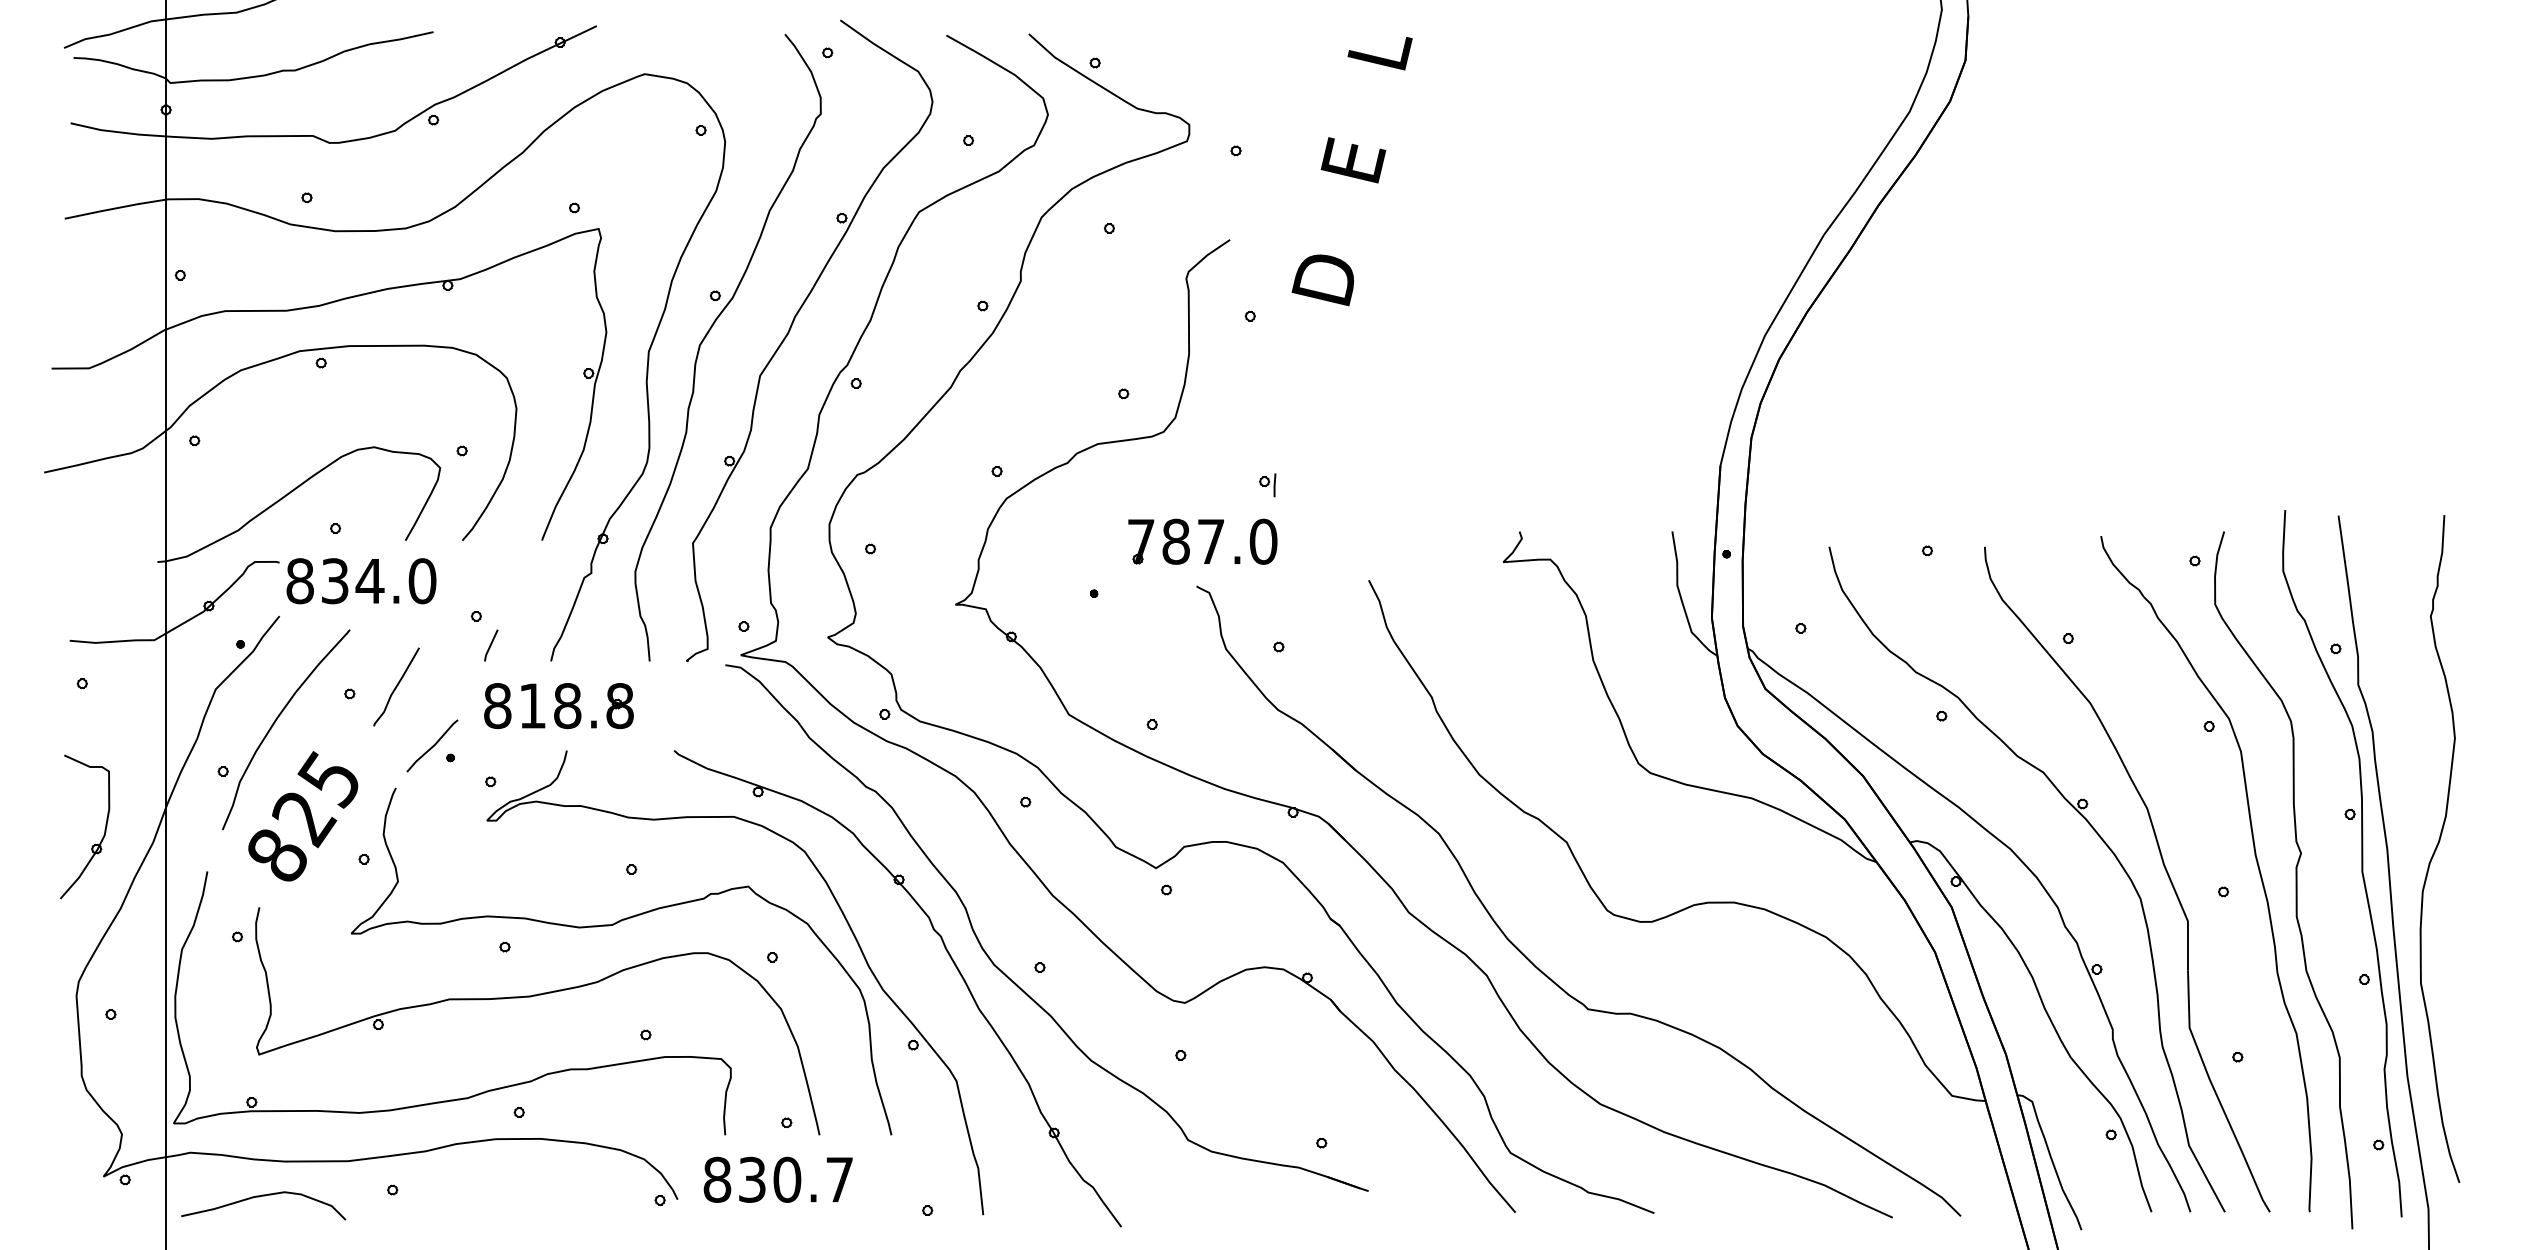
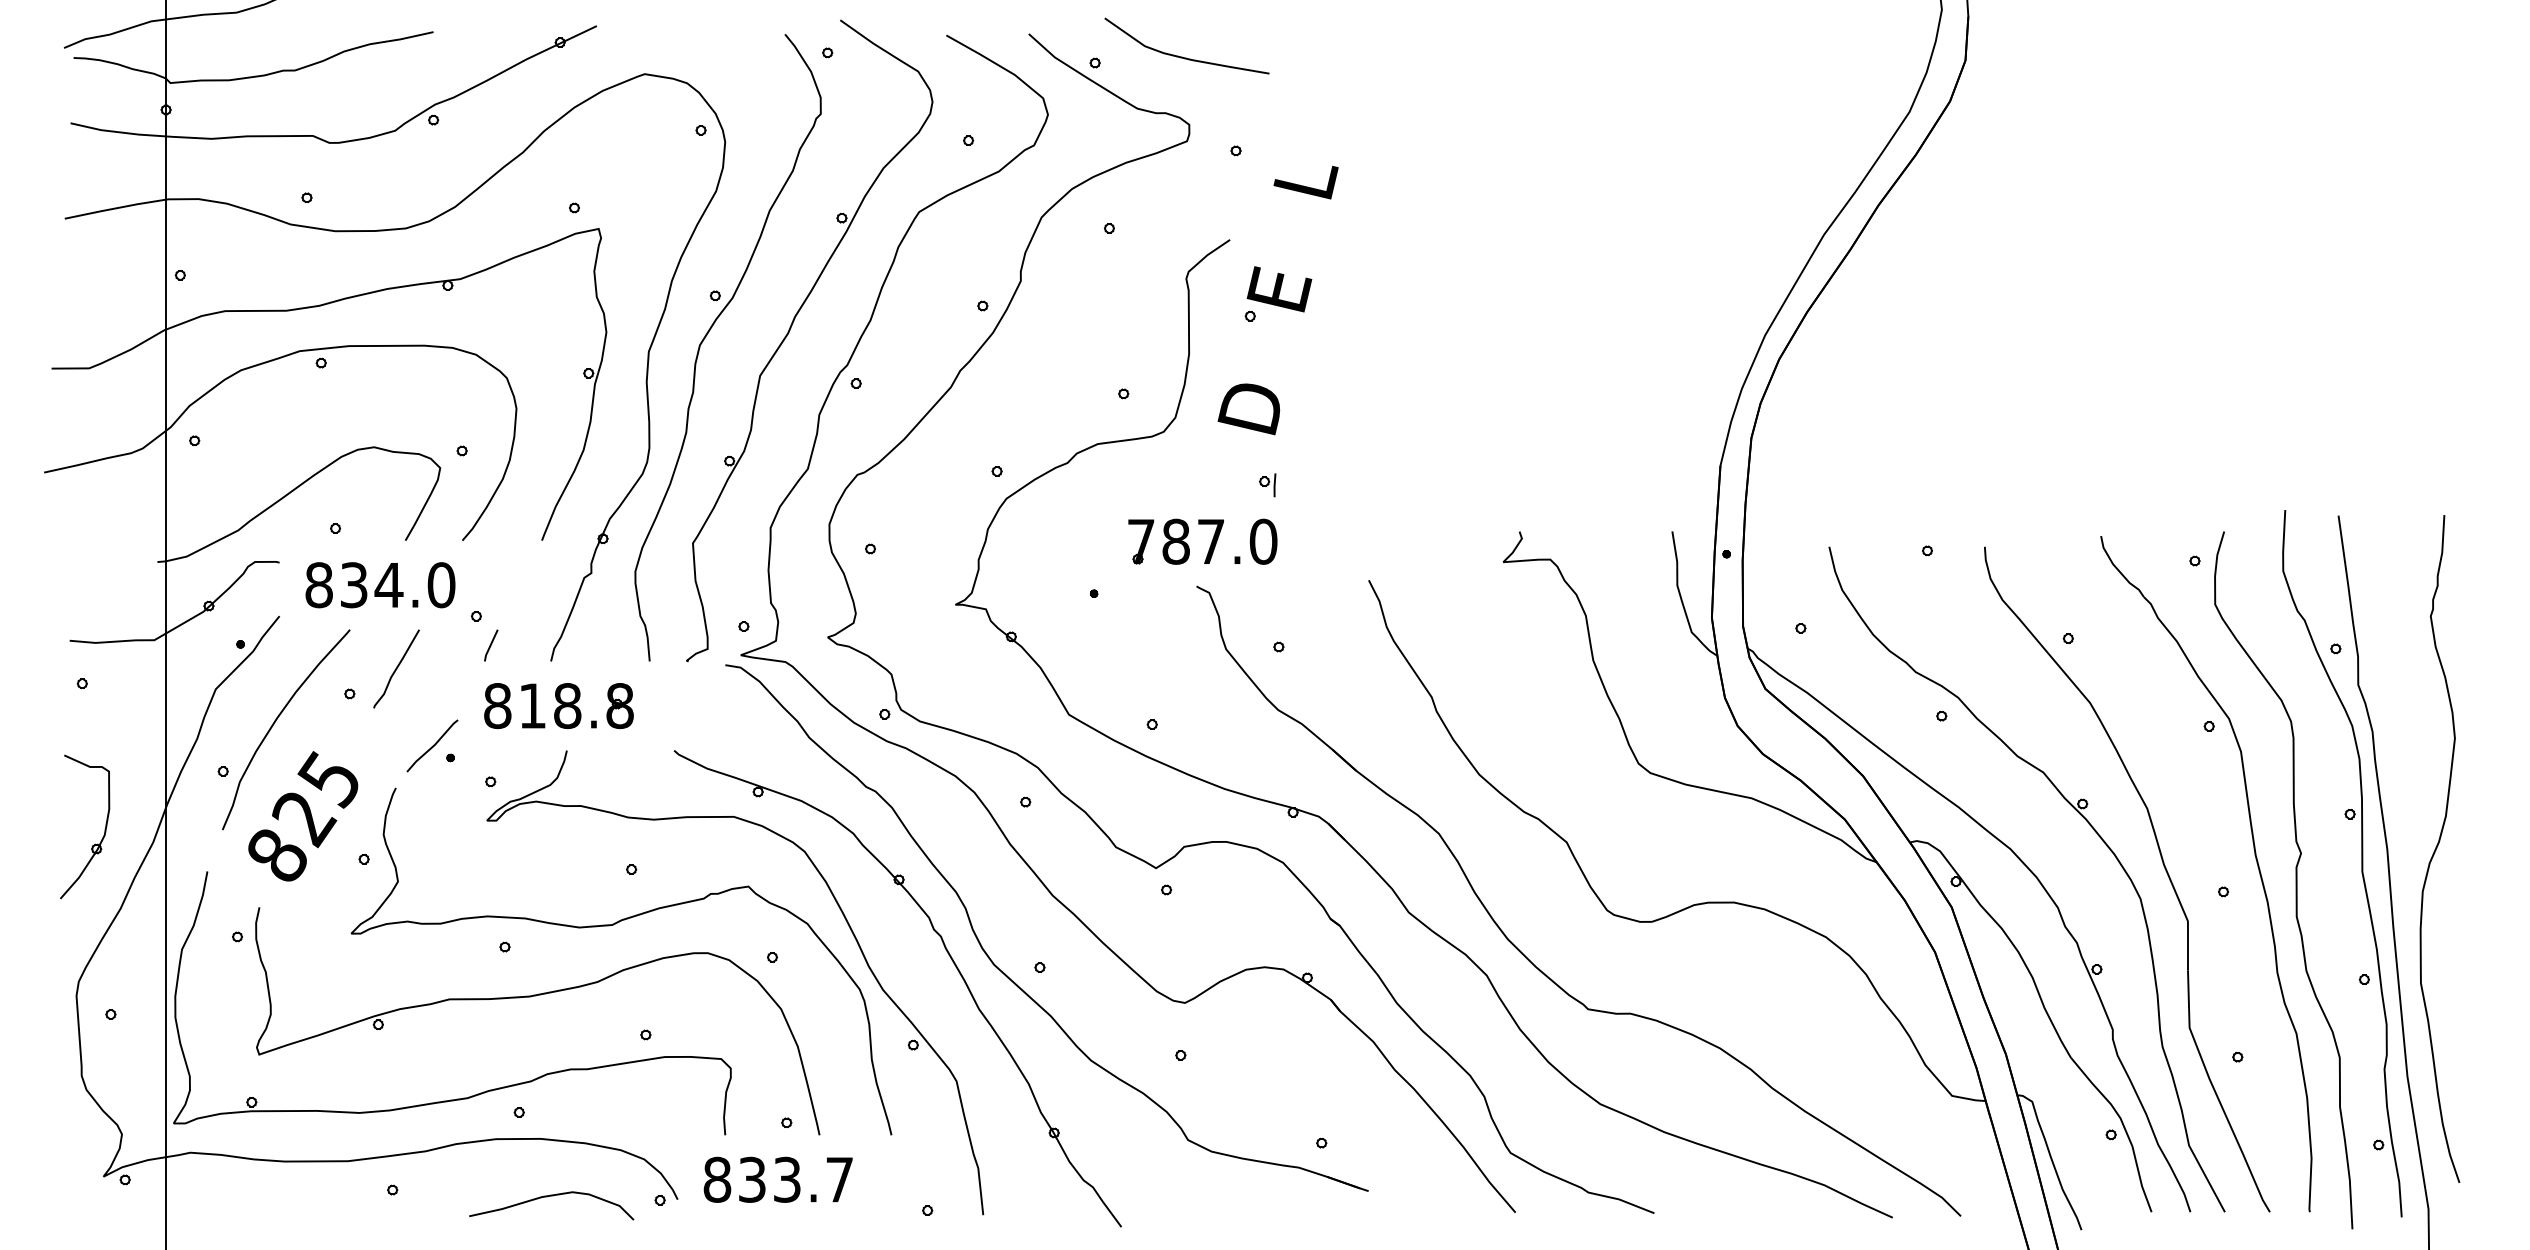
curve at (1182, 56): none -> present
text at (1351, 171) position: (1351, 171) -> (1277, 300)
text at (361, 581) position: (361, 581) -> (380, 585)
curve at (396, 686) position: (396, 686) -> (396, 668)
text at (787, 1179): 830.7 -> 833.7
curve at (259, 1197) position: (259, 1197) -> (547, 1197)
